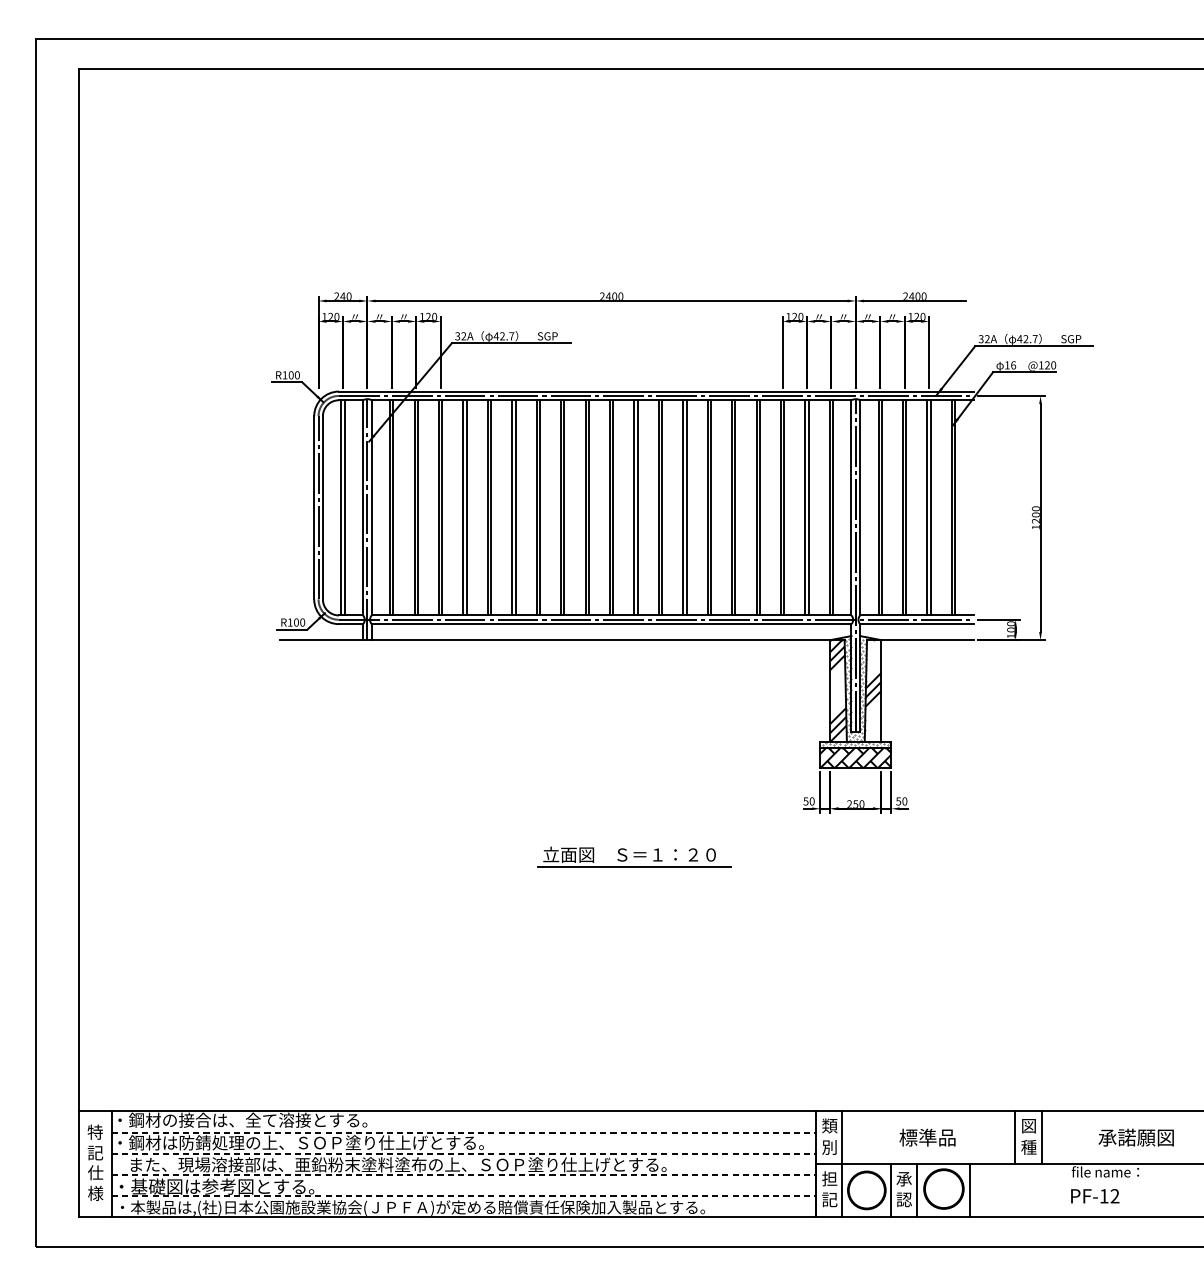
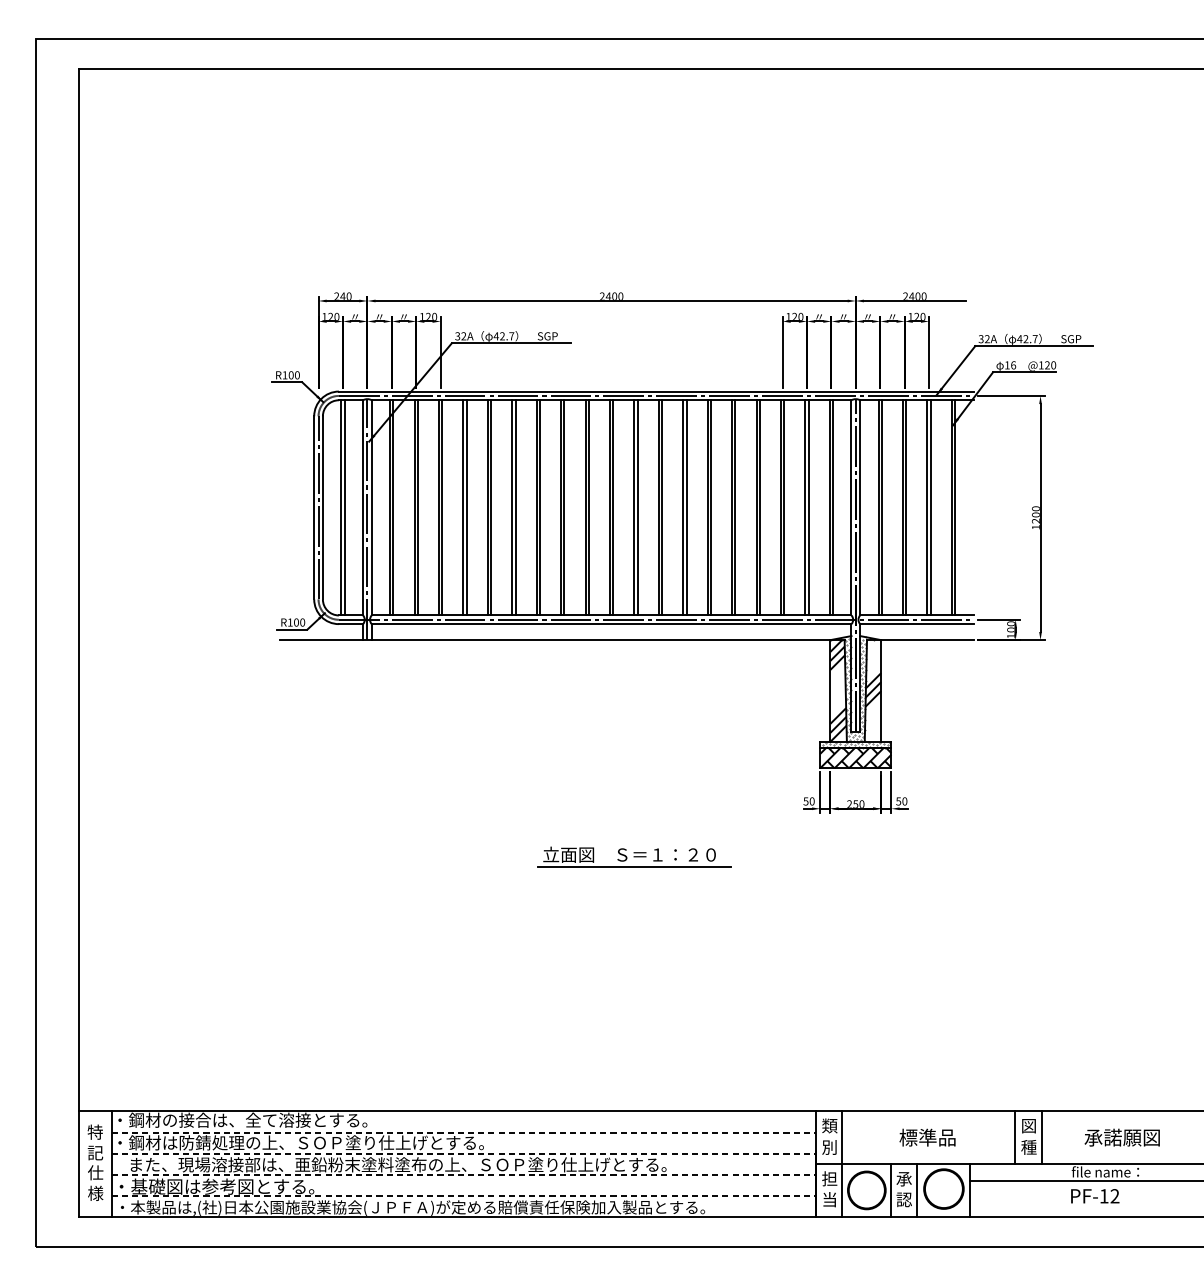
text at (1135, 1137) position: (1135, 1137) -> (1121, 1137)
line at (1085, 1180): none -> present
text at (829, 1199): 記 -> 当
